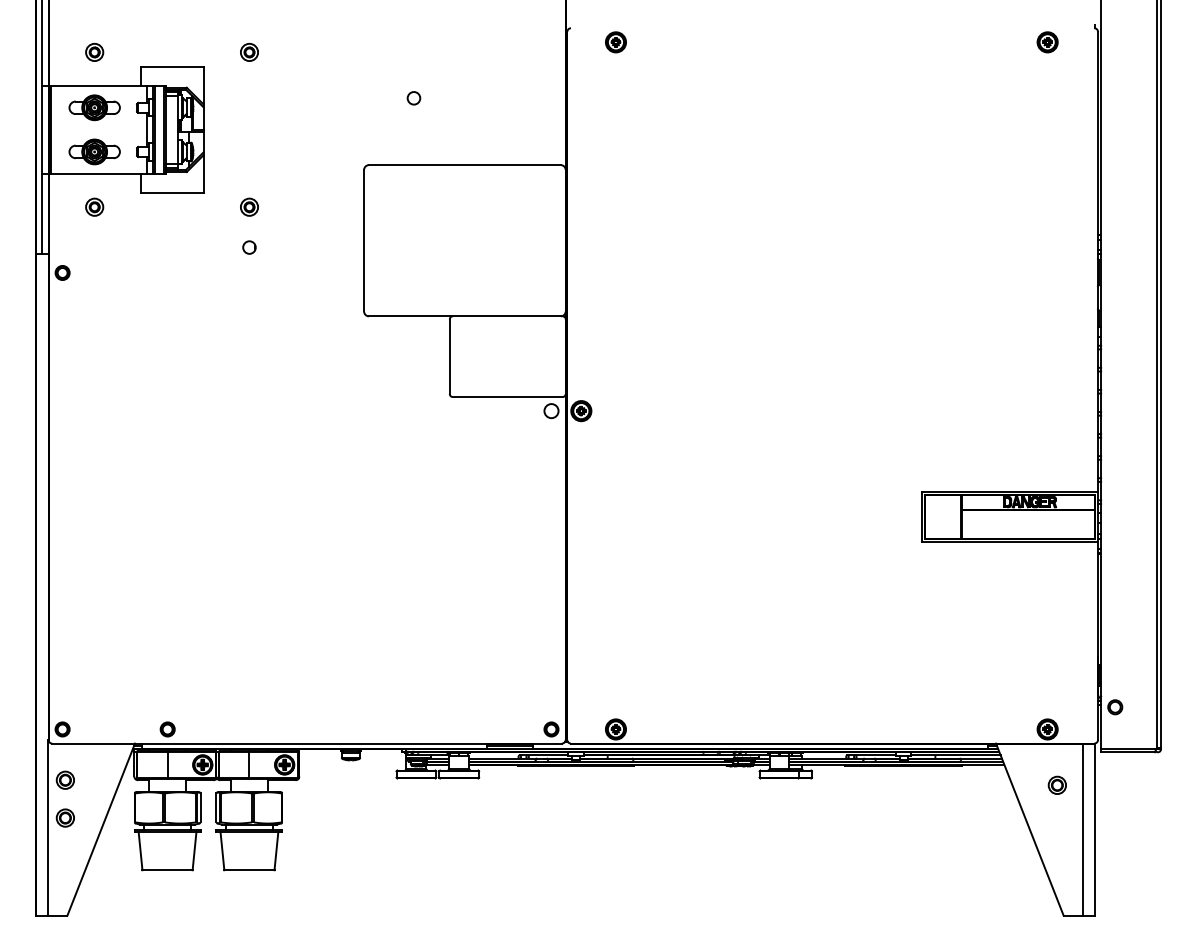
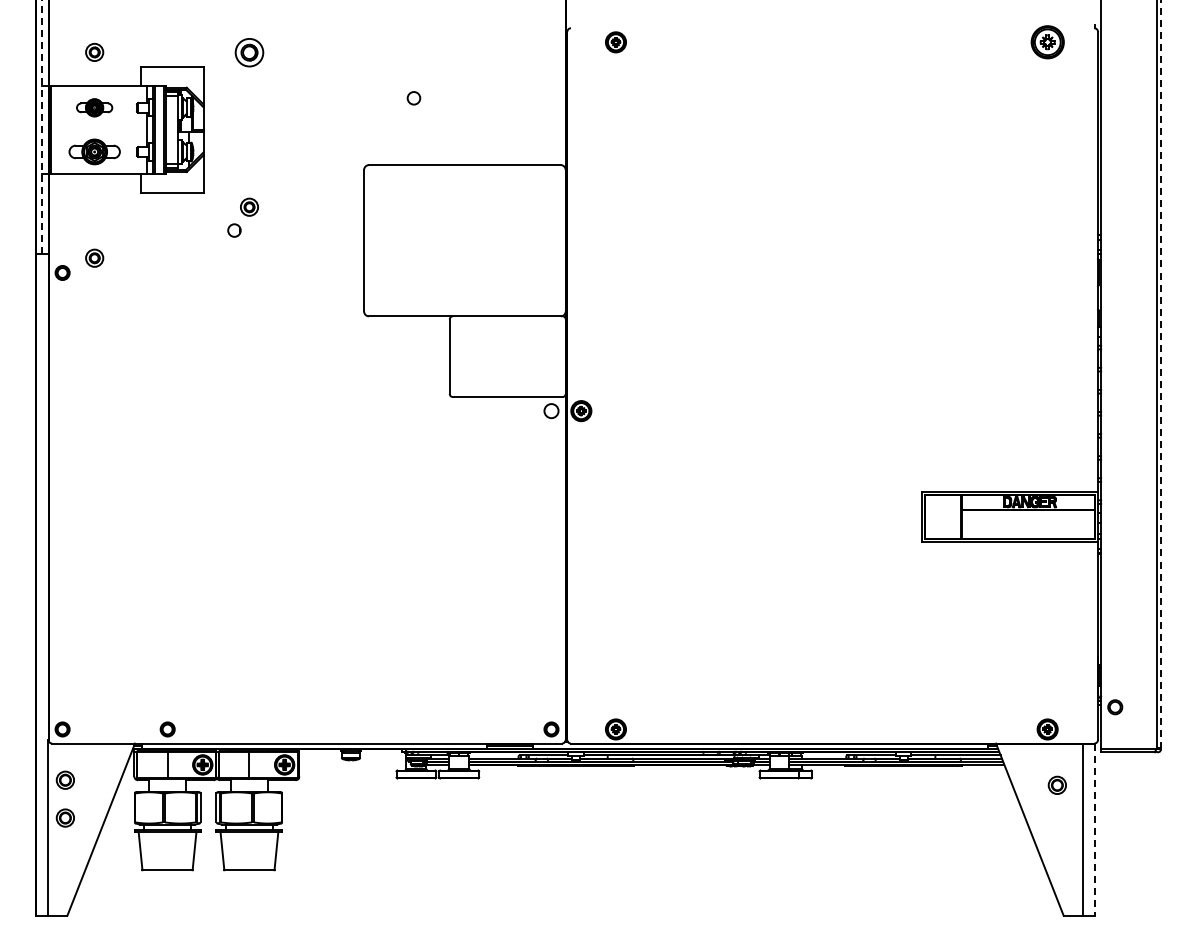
part at (1047, 42) size: 23x23 px -> 35x35 px
part at (249, 51) size: 19x20 px -> 31x30 px
part at (94, 107) size: 53x28 px -> 38x20 px
line at (42, 127): solid -> dashed
part at (94, 206) position: (94, 206) -> (94, 257)
circle at (249, 247) position: (249, 247) -> (234, 230)
line at (1161, 374): solid -> dashed
line at (1095, 830): solid -> dashed
